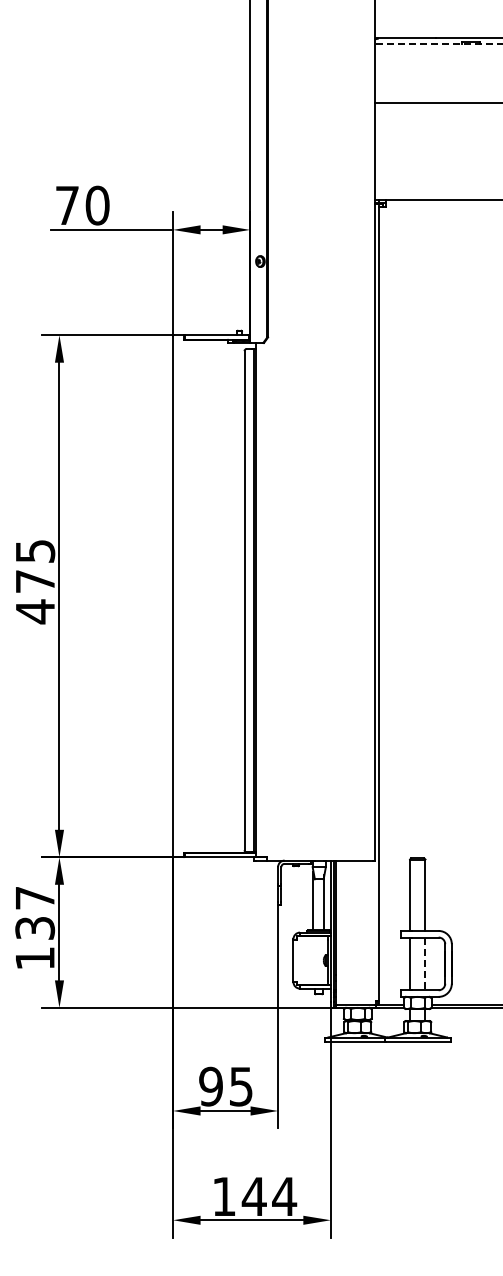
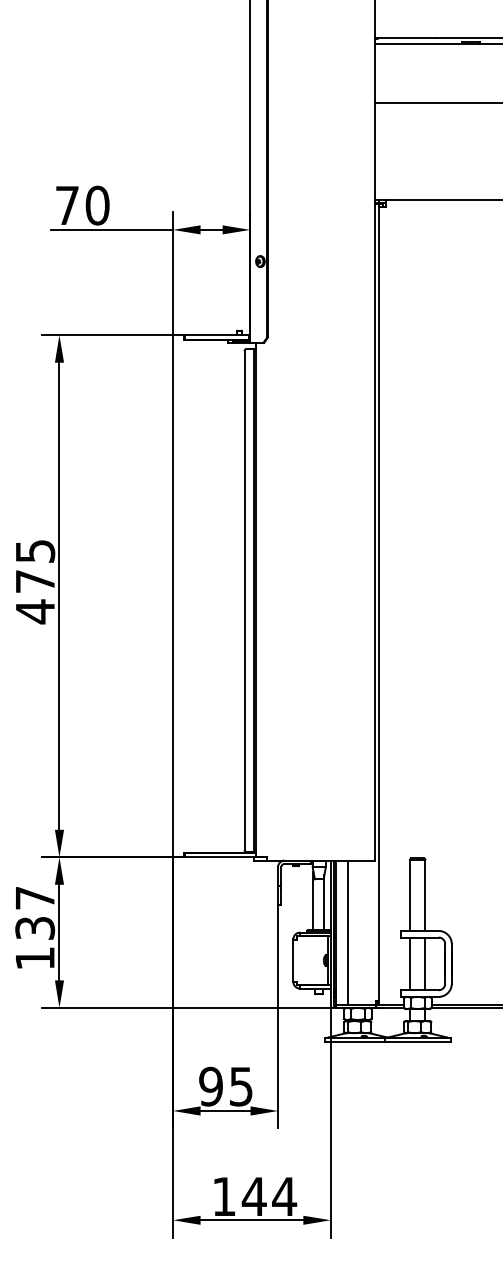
line at (438, 43): dashed -> solid
line at (348, 932): none -> present
line at (425, 964): dashed -> solid
